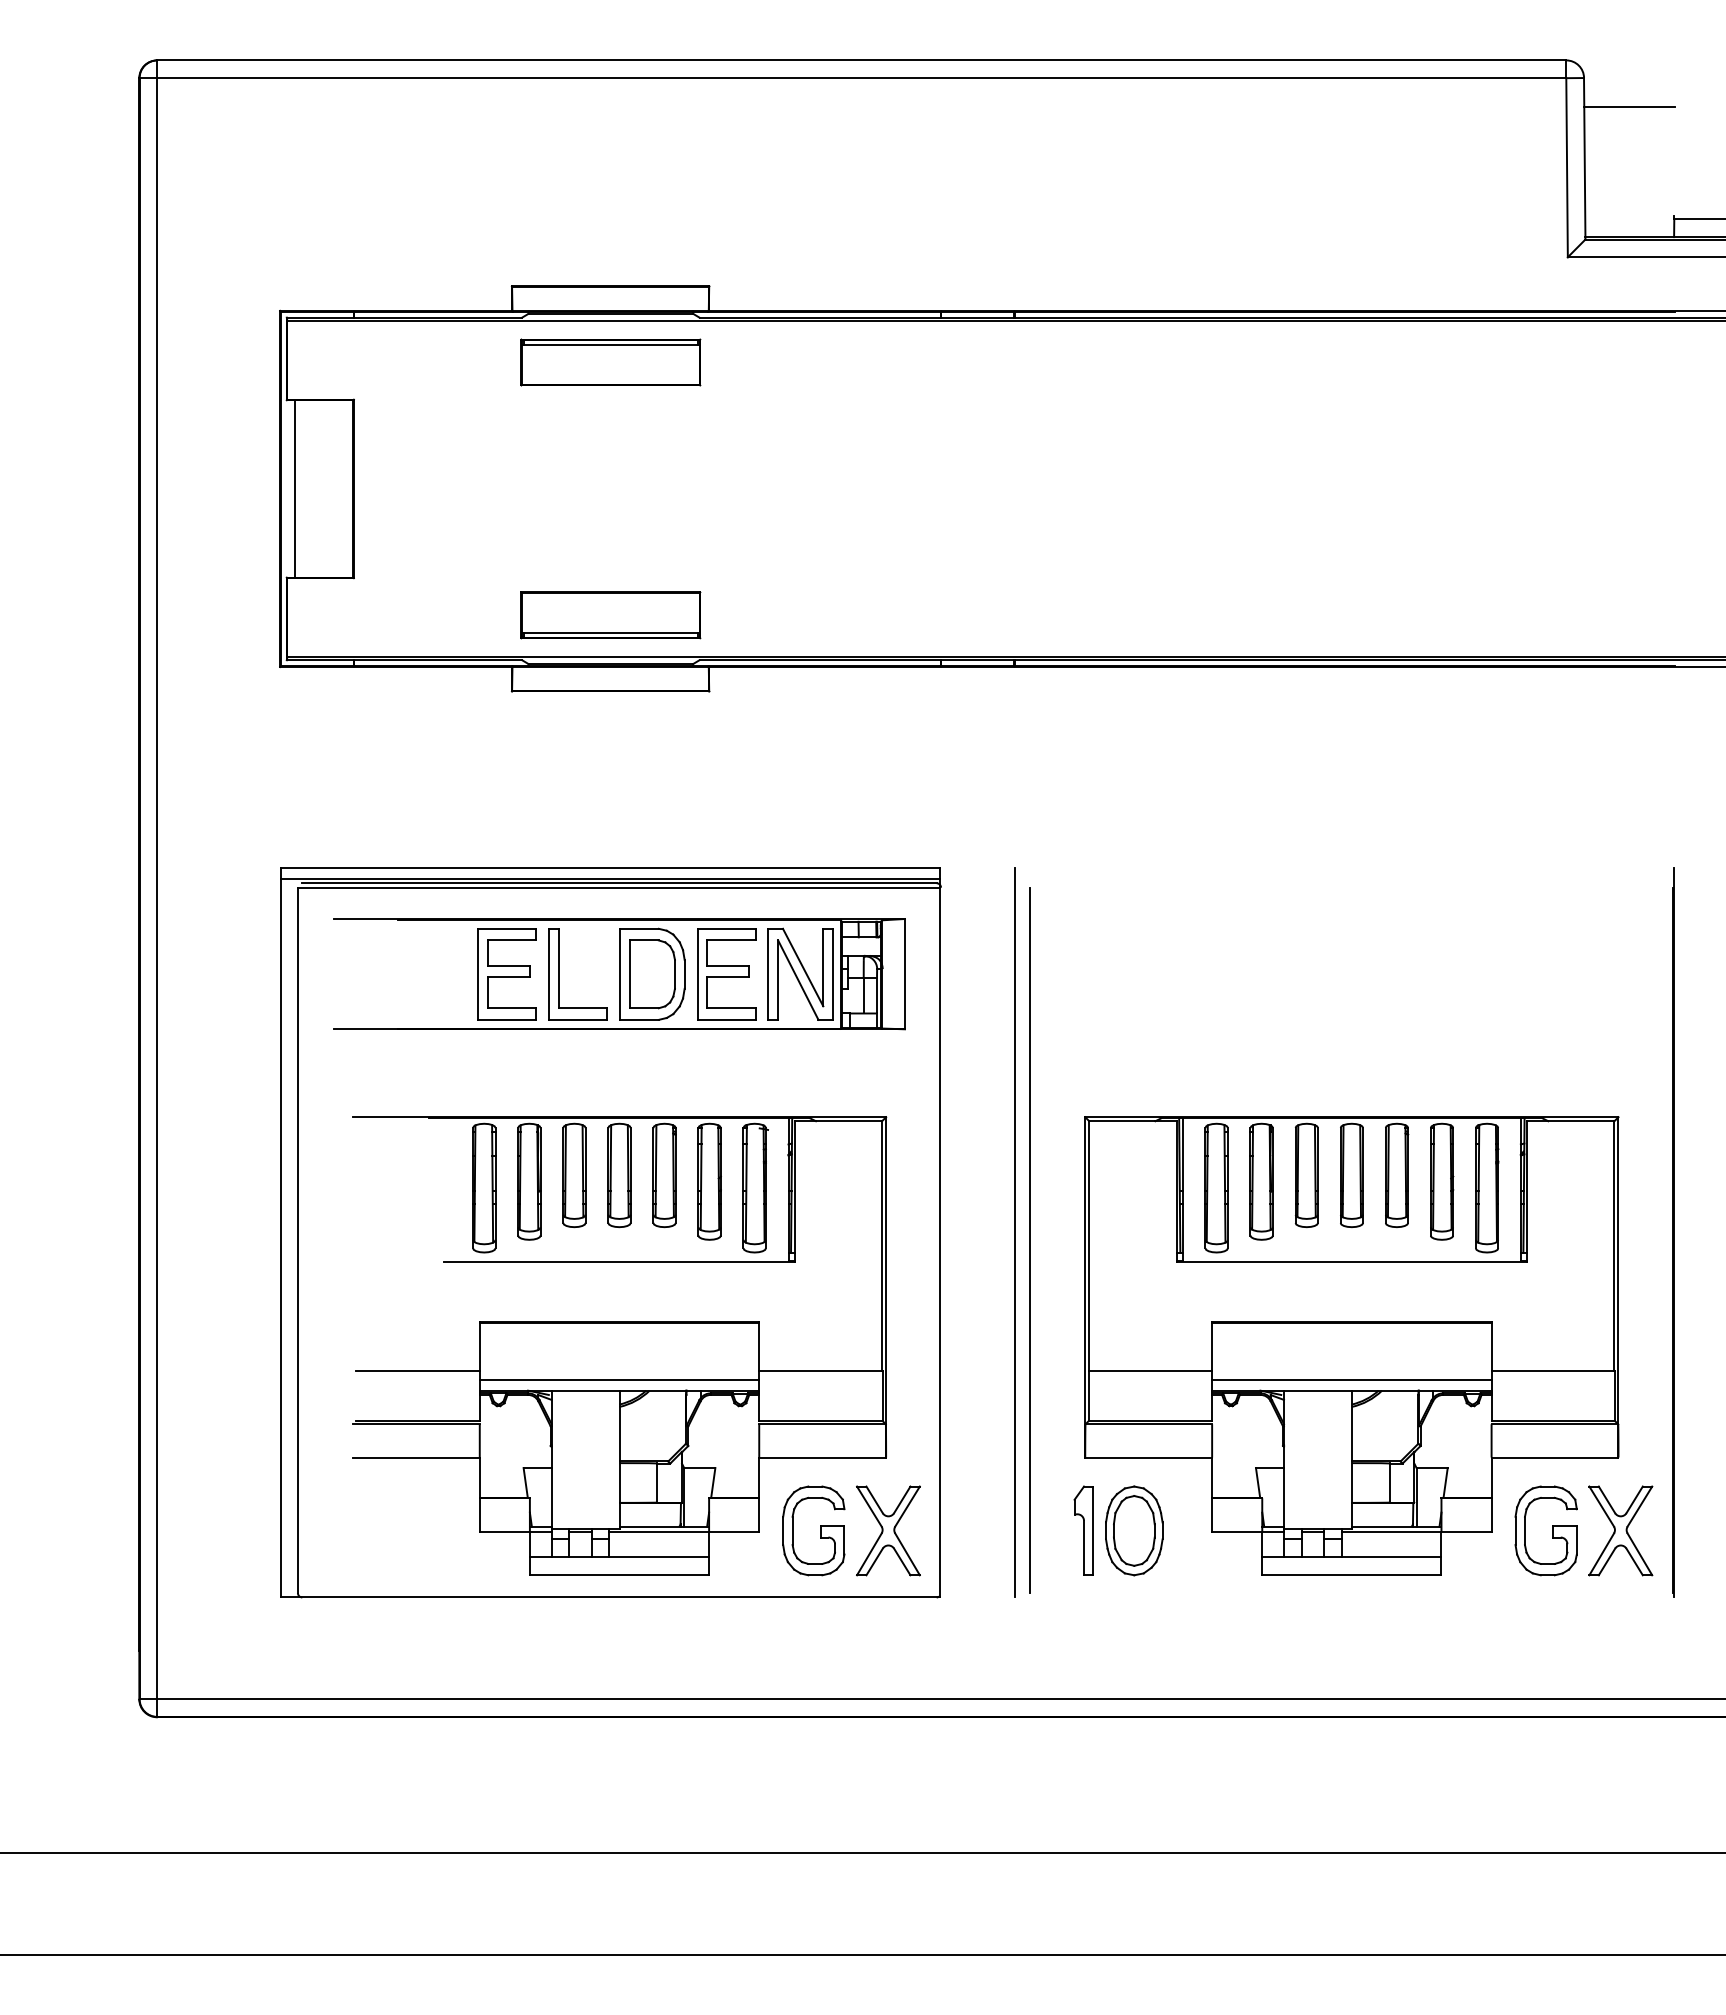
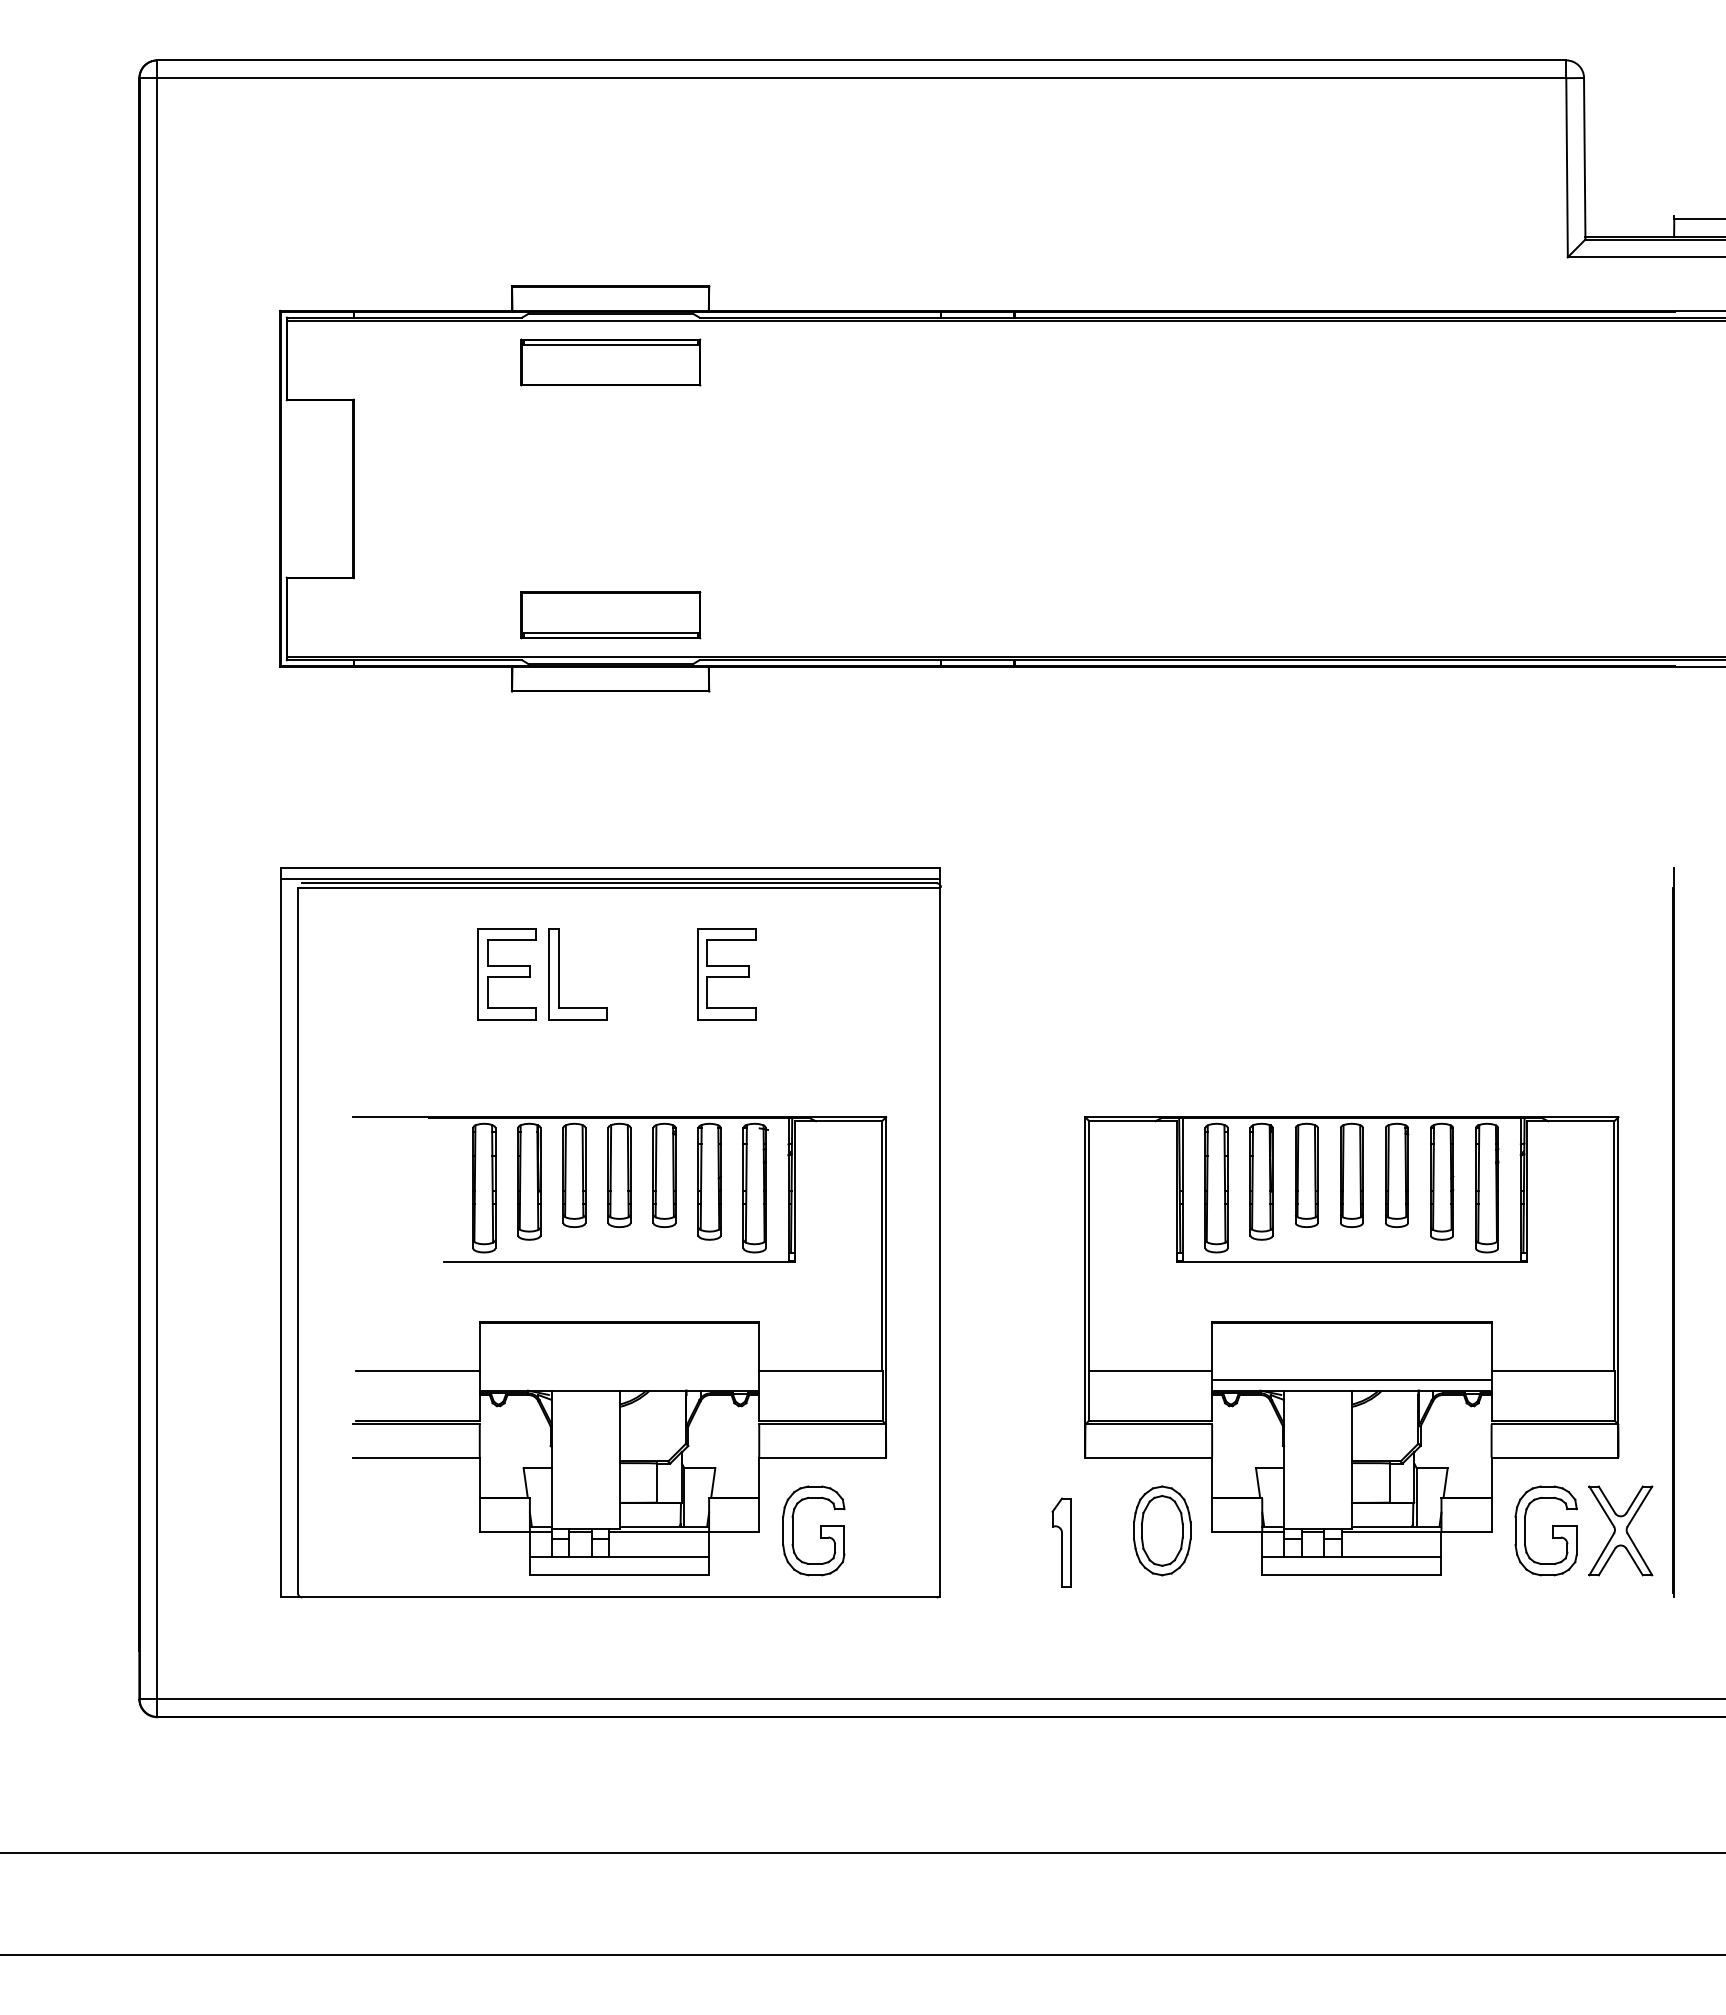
line at (1629, 106): present -> none
line at (294, 488): present -> none
part at (619, 974): present -> none
line at (1015, 1232): present -> none
line at (1030, 1240): present -> none
line at (619, 1379): present -> none
part at (888, 1530): present -> none
part at (1083, 1530) position: (1083, 1530) -> (1061, 1542)
part at (1134, 1530) position: (1134, 1530) -> (1162, 1530)
